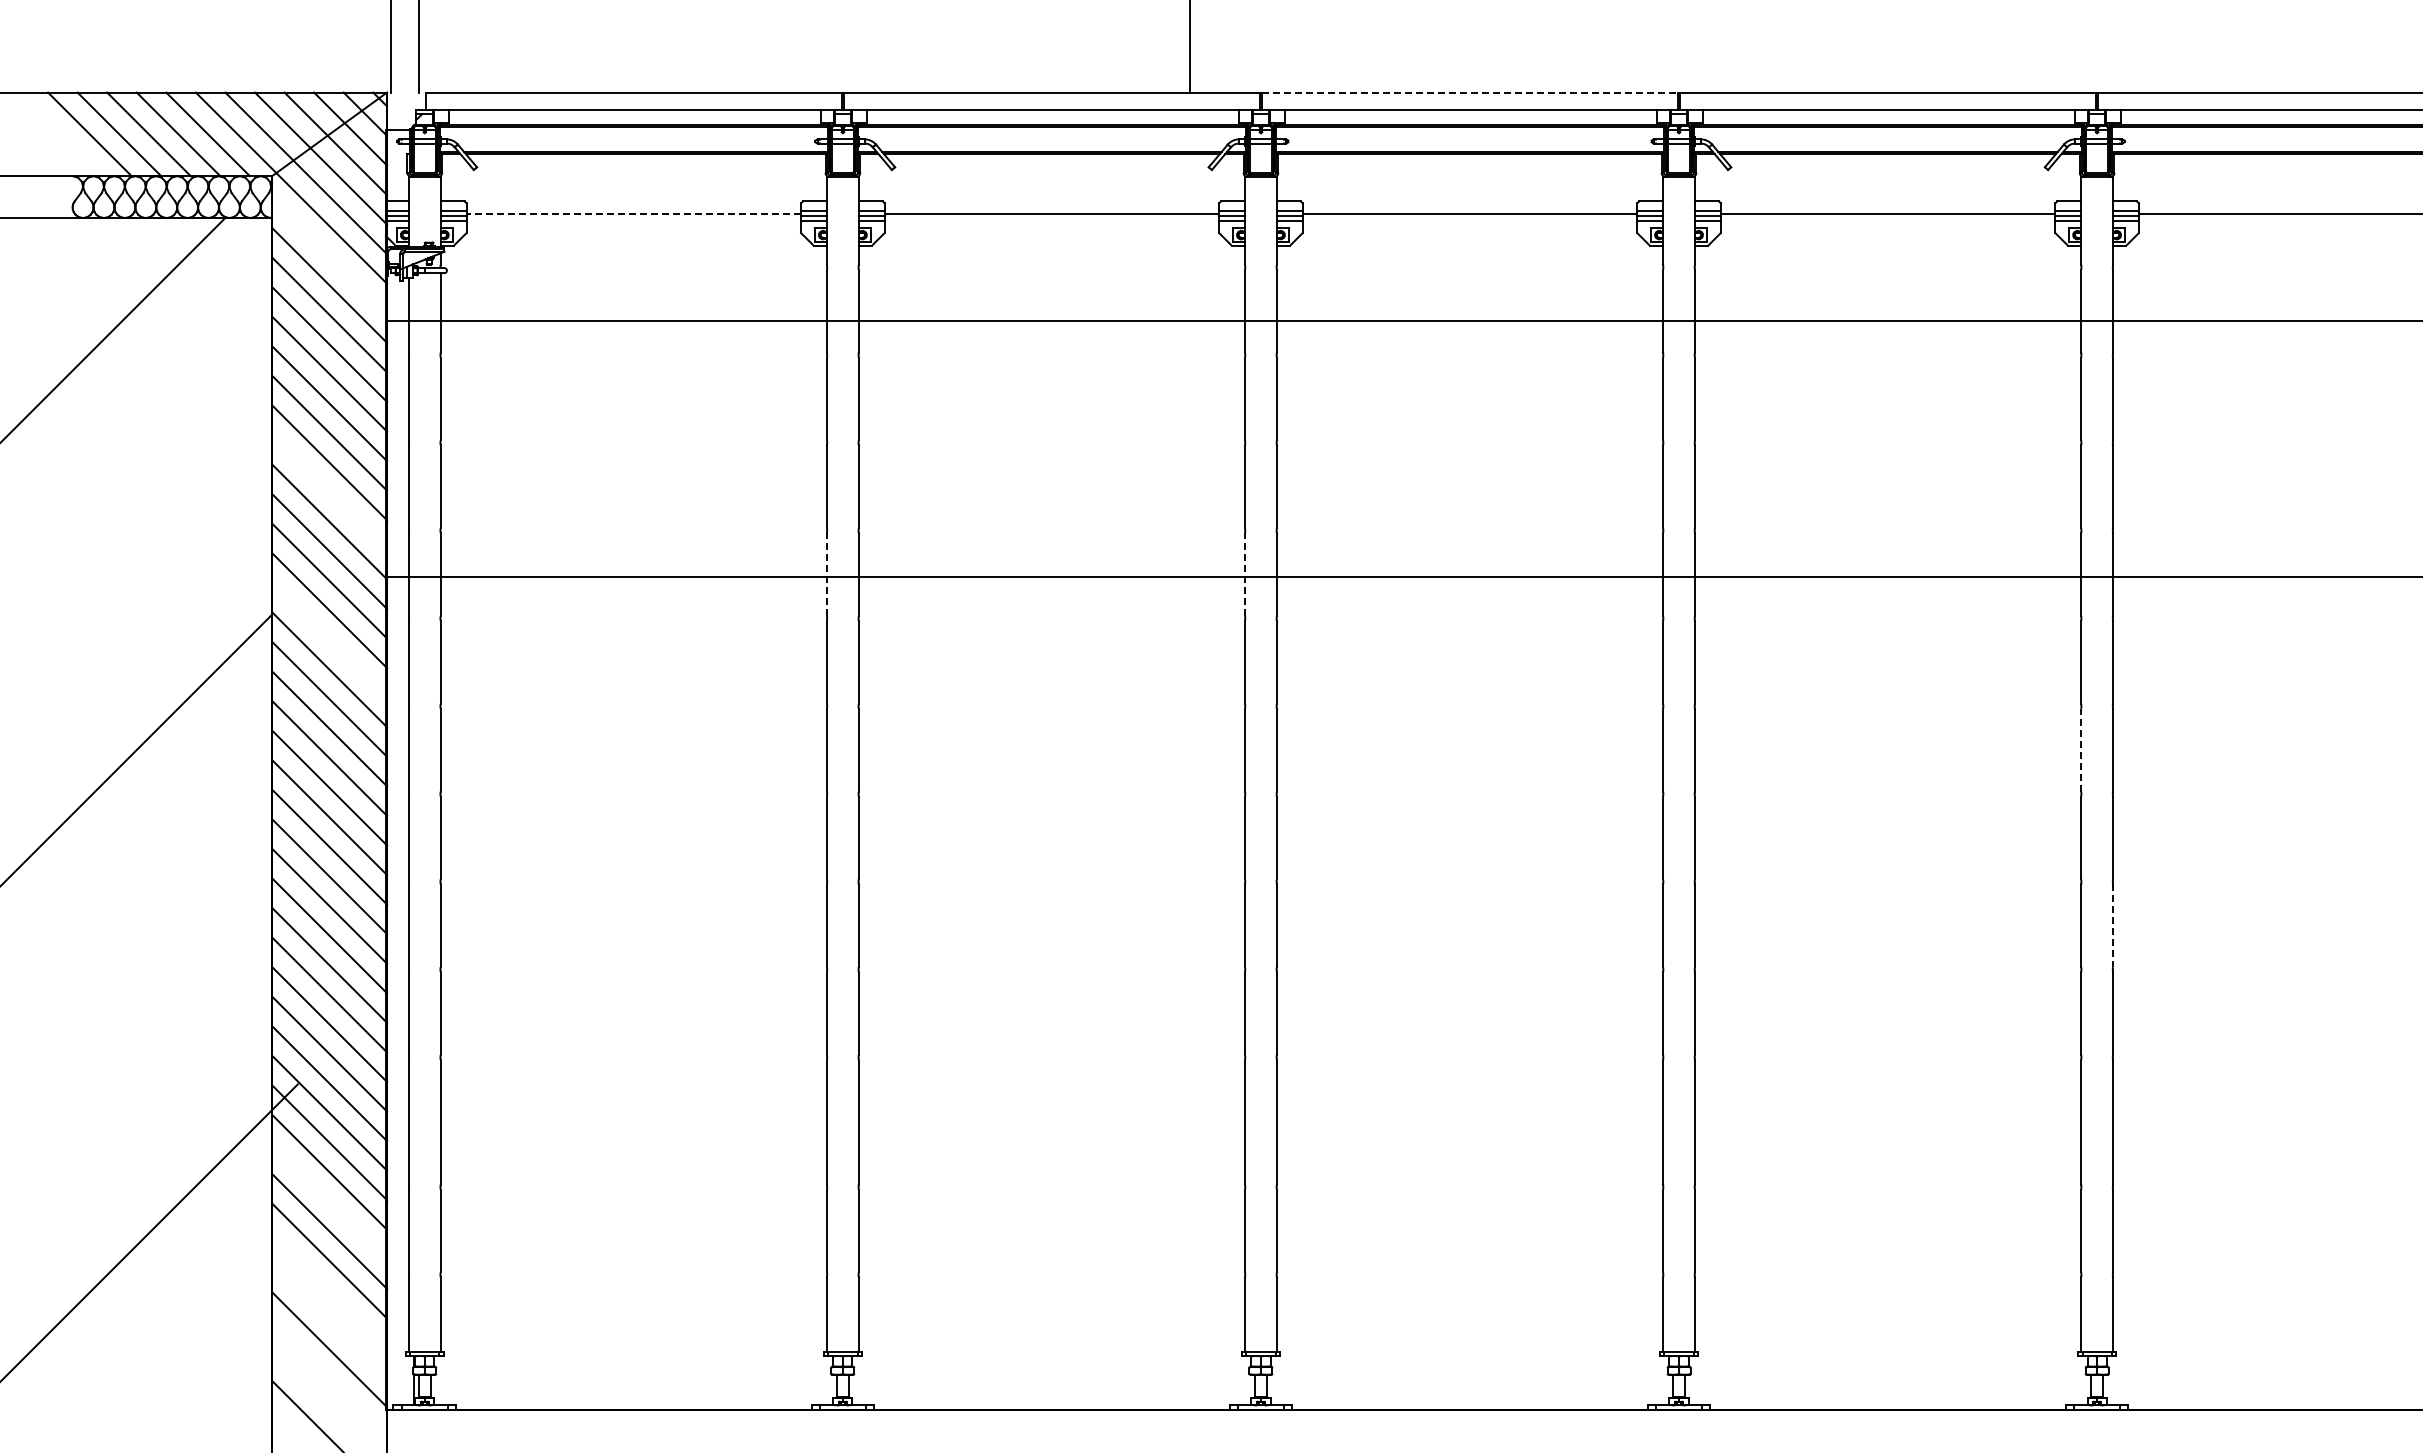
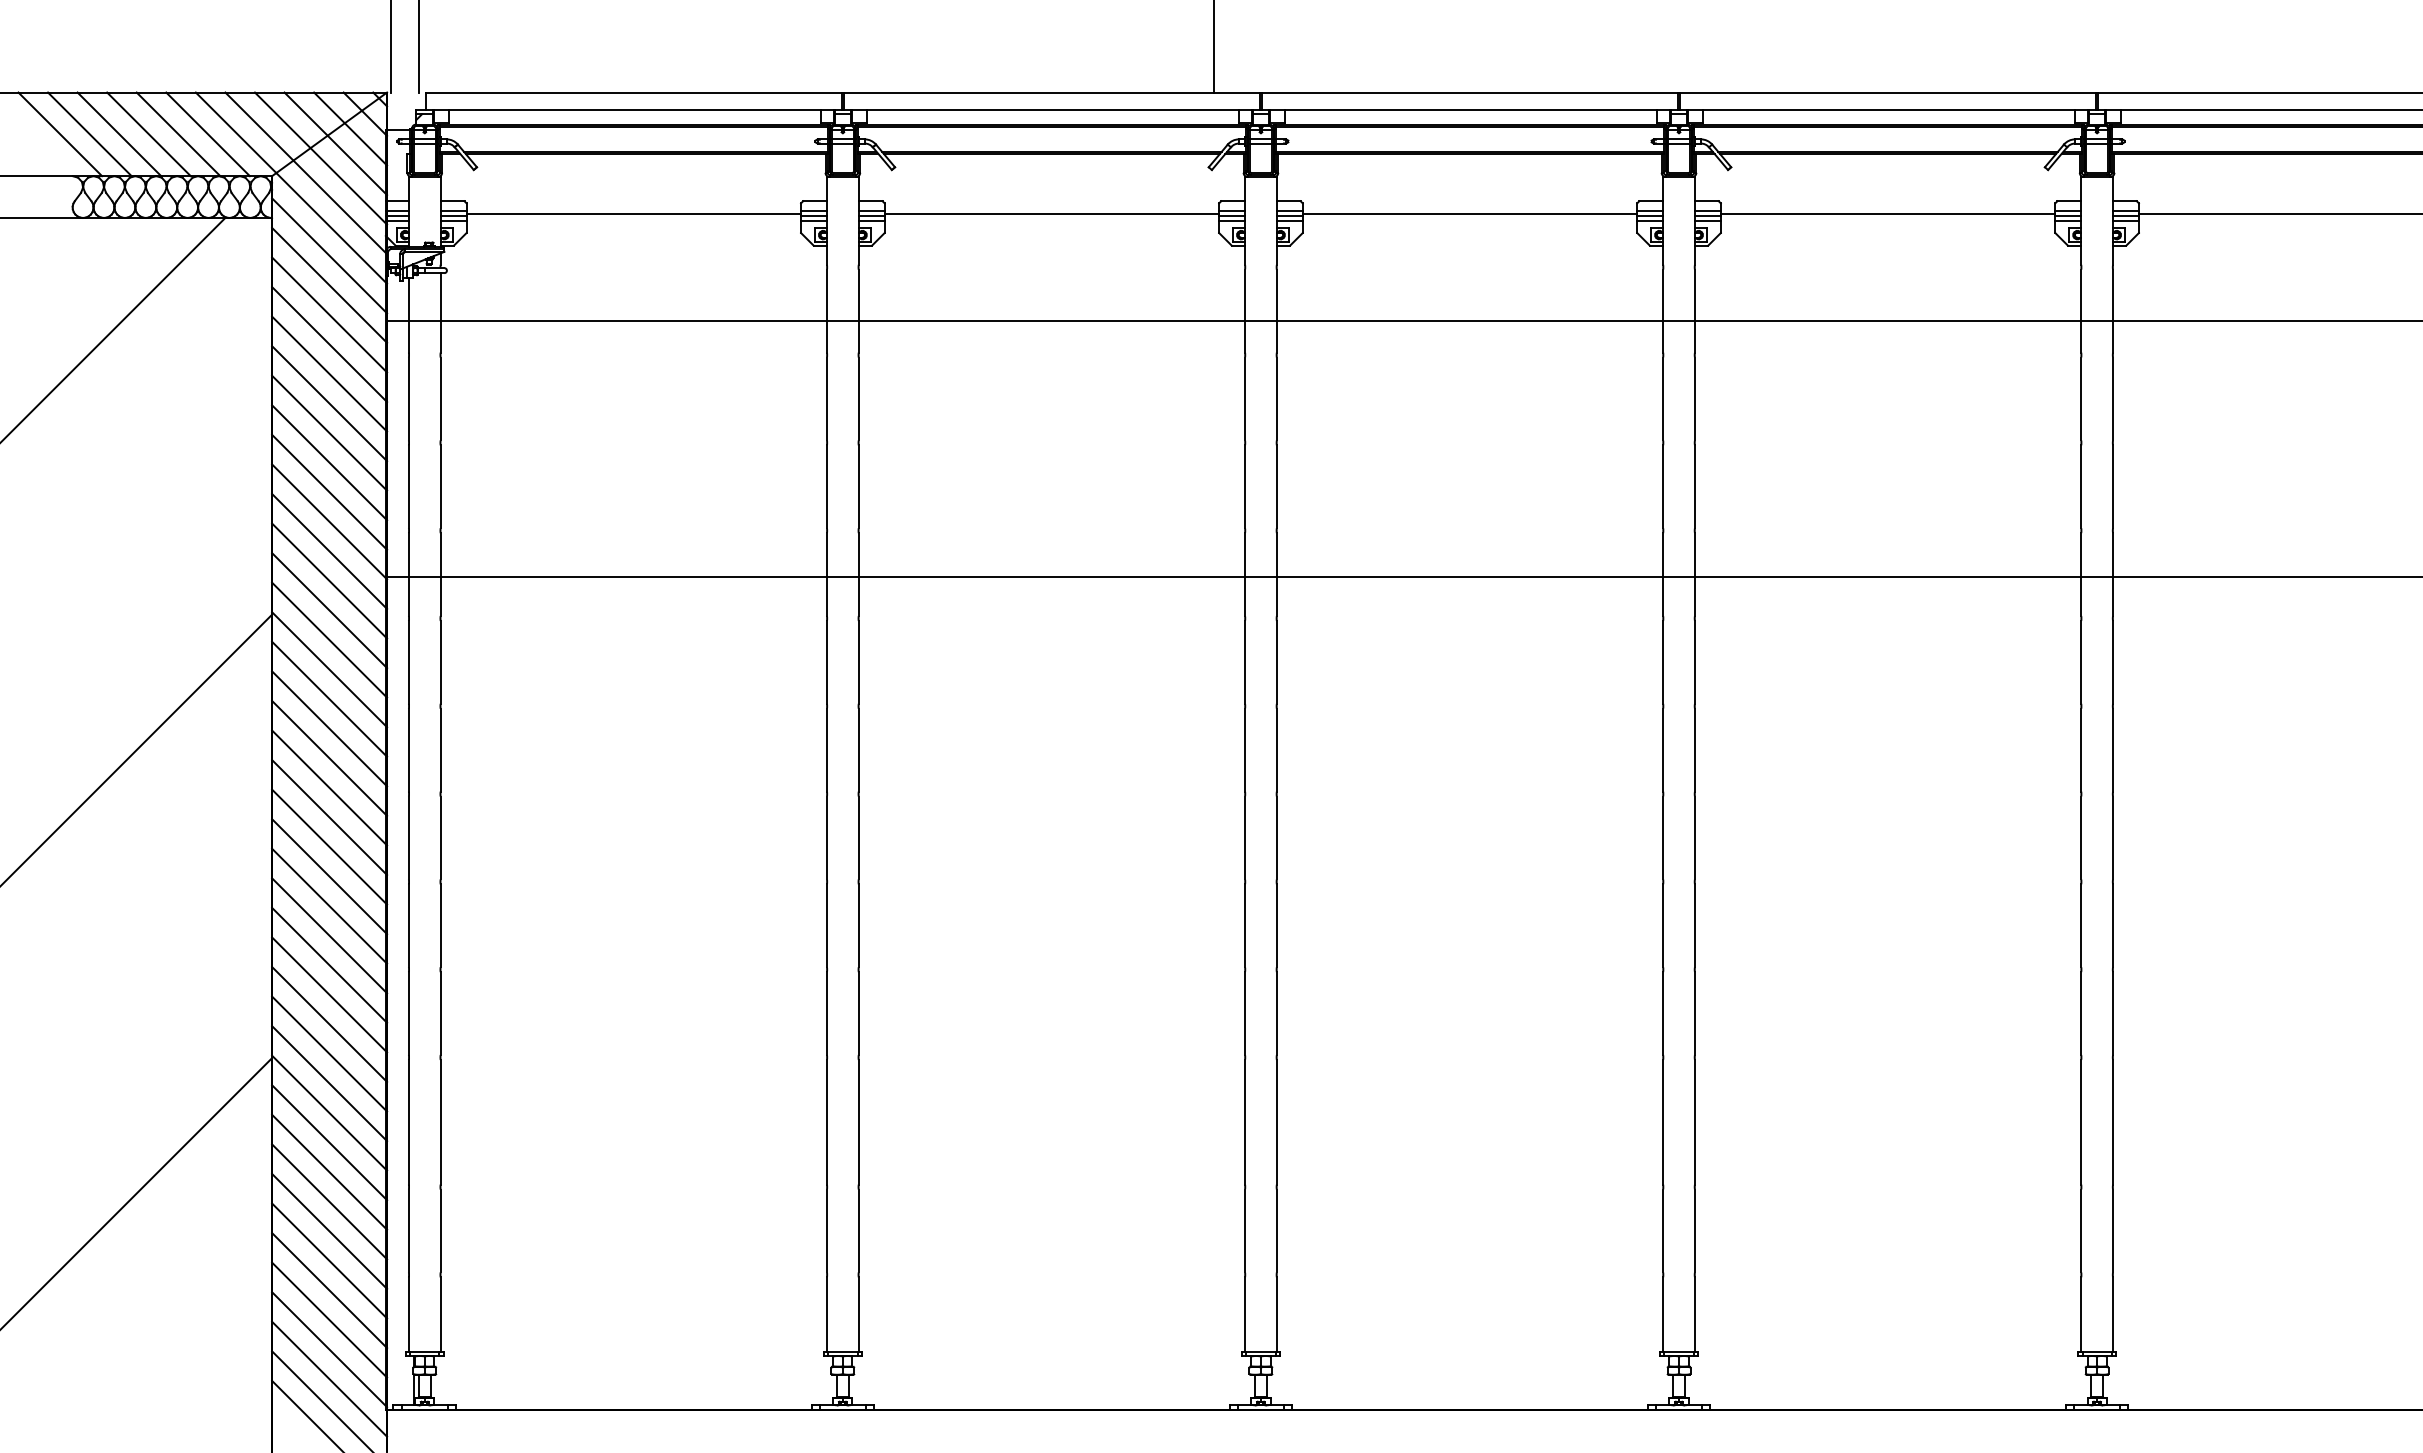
line at (1189, 47) position: (1189, 47) -> (1213, 47)
line at (1470, 92): dashed -> solid
line at (60, 134): none -> present
line at (633, 213): dashed -> solid
line at (329, 255): none -> present
line at (329, 491): none -> present
line at (826, 574): dashed -> solid
line at (1245, 574): dashed -> solid
line at (329, 639): none -> present
line at (2081, 749): dashed -> solid
line at (2113, 926): dashed -> solid
line at (329, 1201): none -> present
line at (149, 1232) position: (149, 1232) -> (136, 1192)
line at (329, 1290): none -> present
line at (329, 1319): none -> present
line at (329, 1378): none -> present
line at (321, 1400): none -> present
